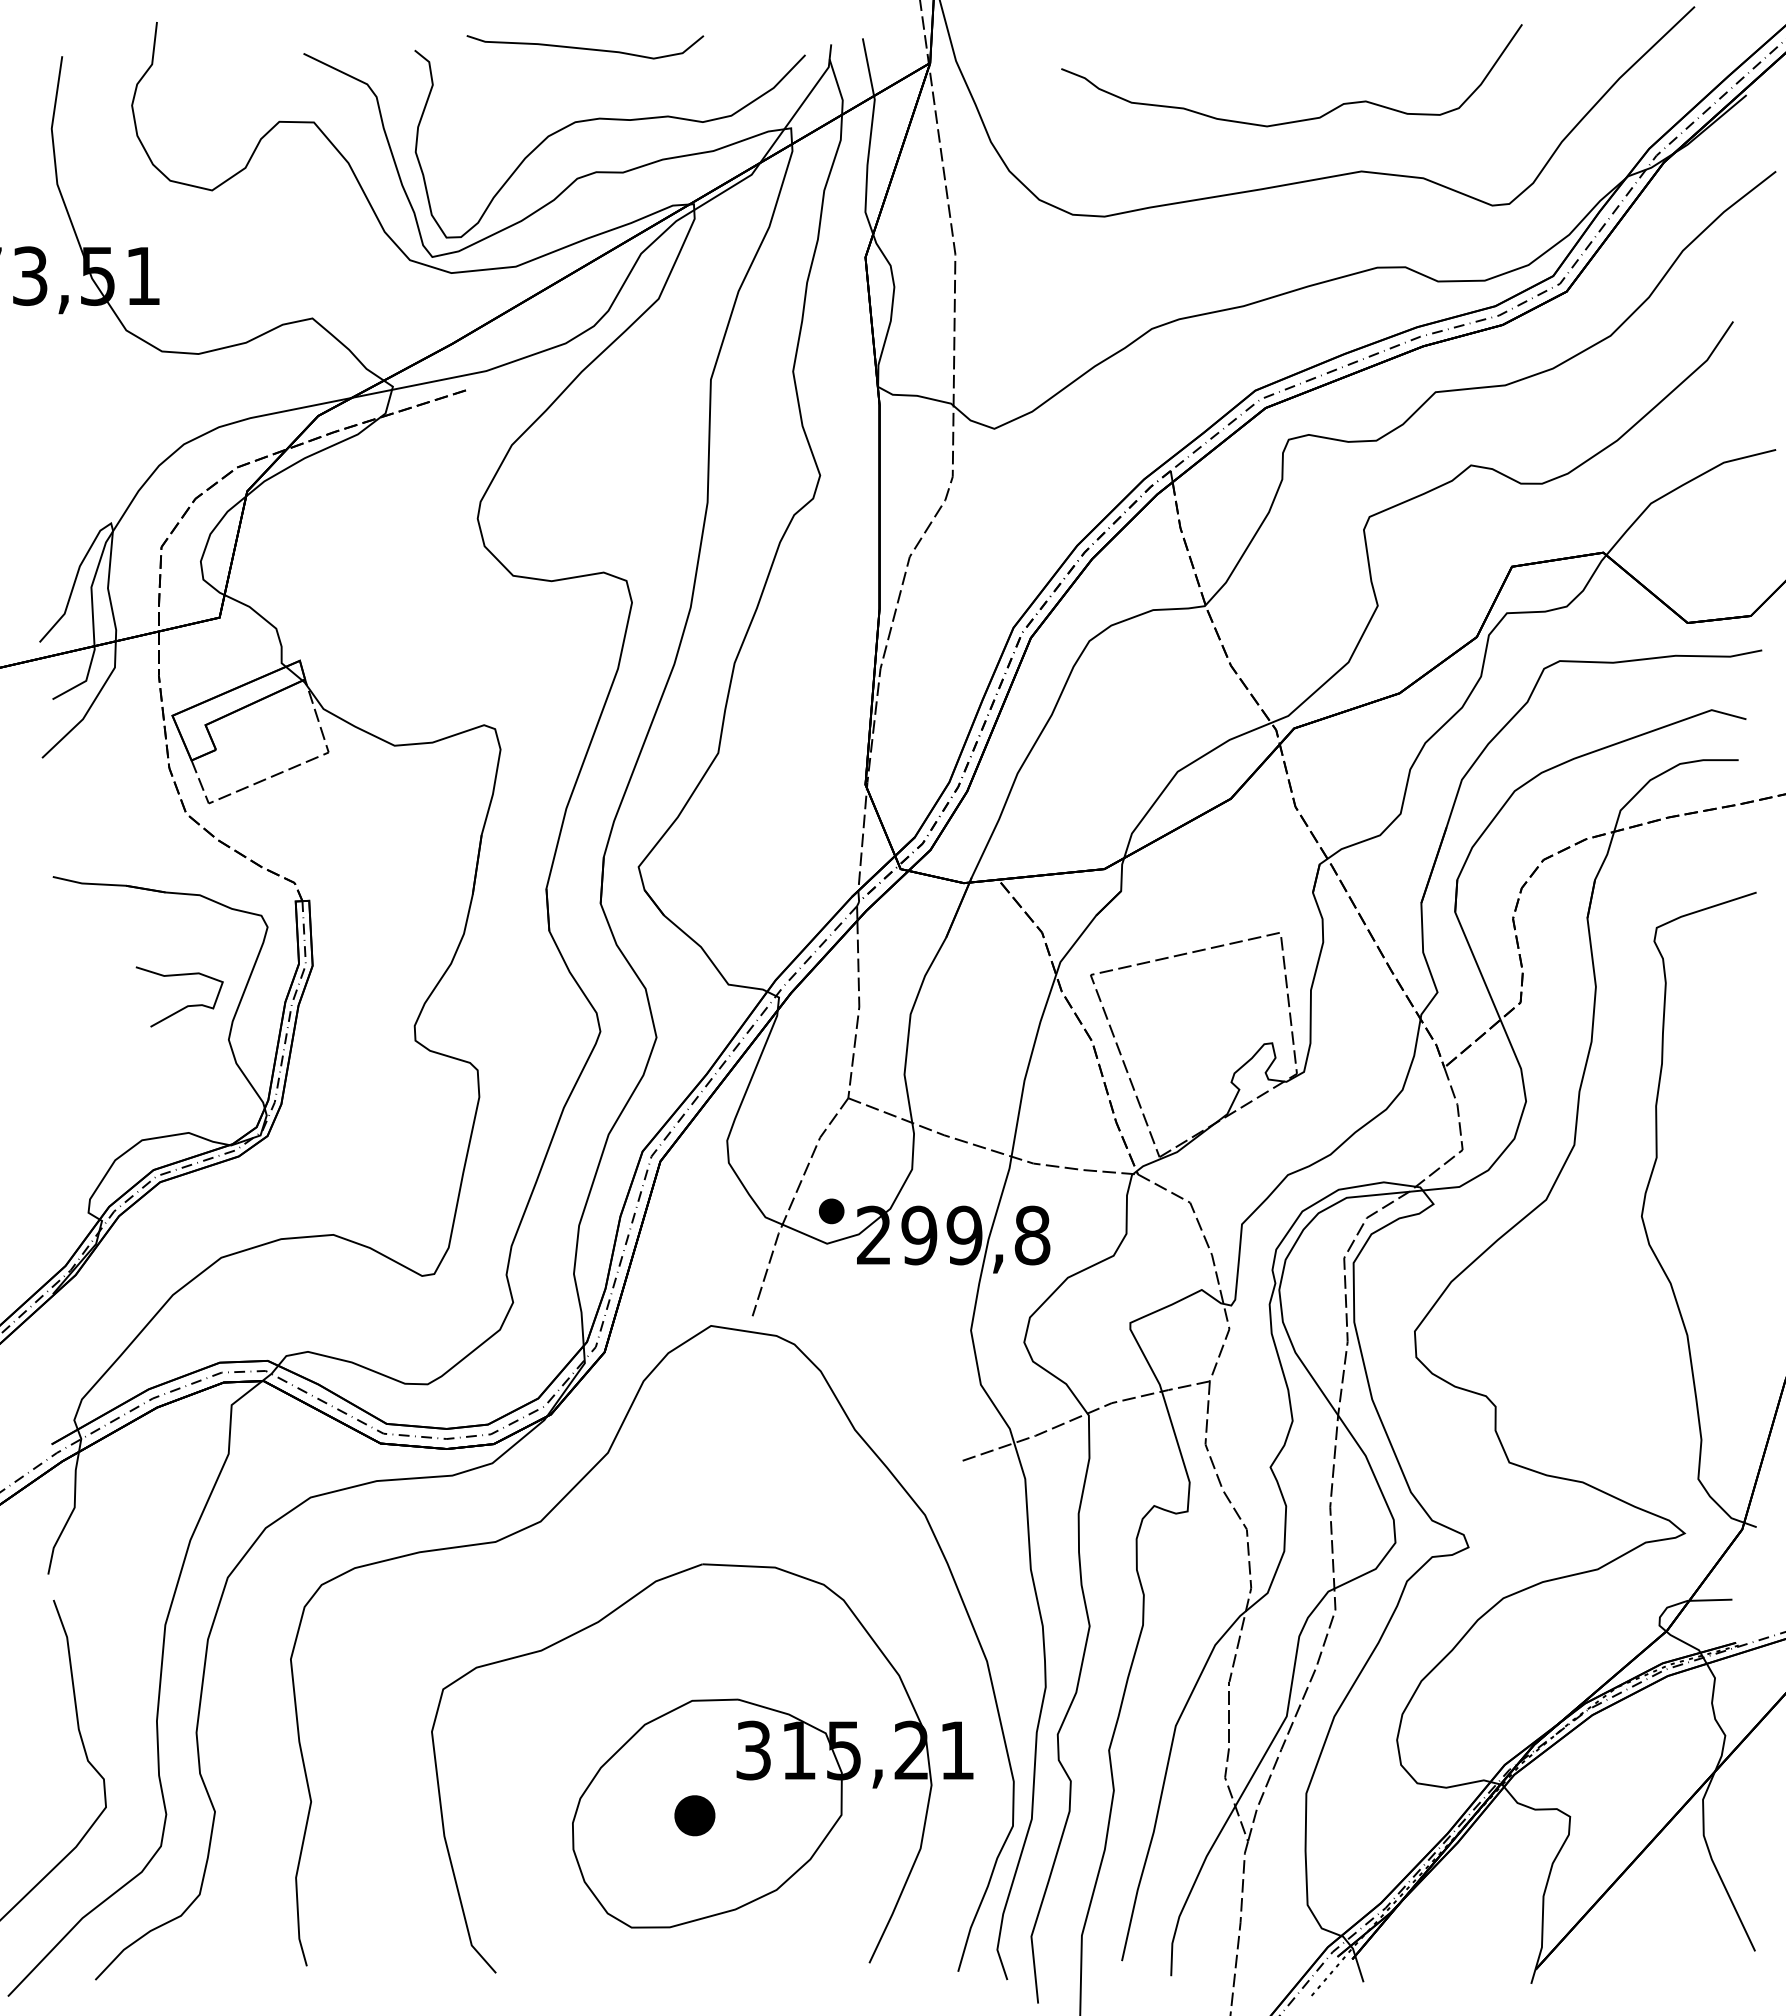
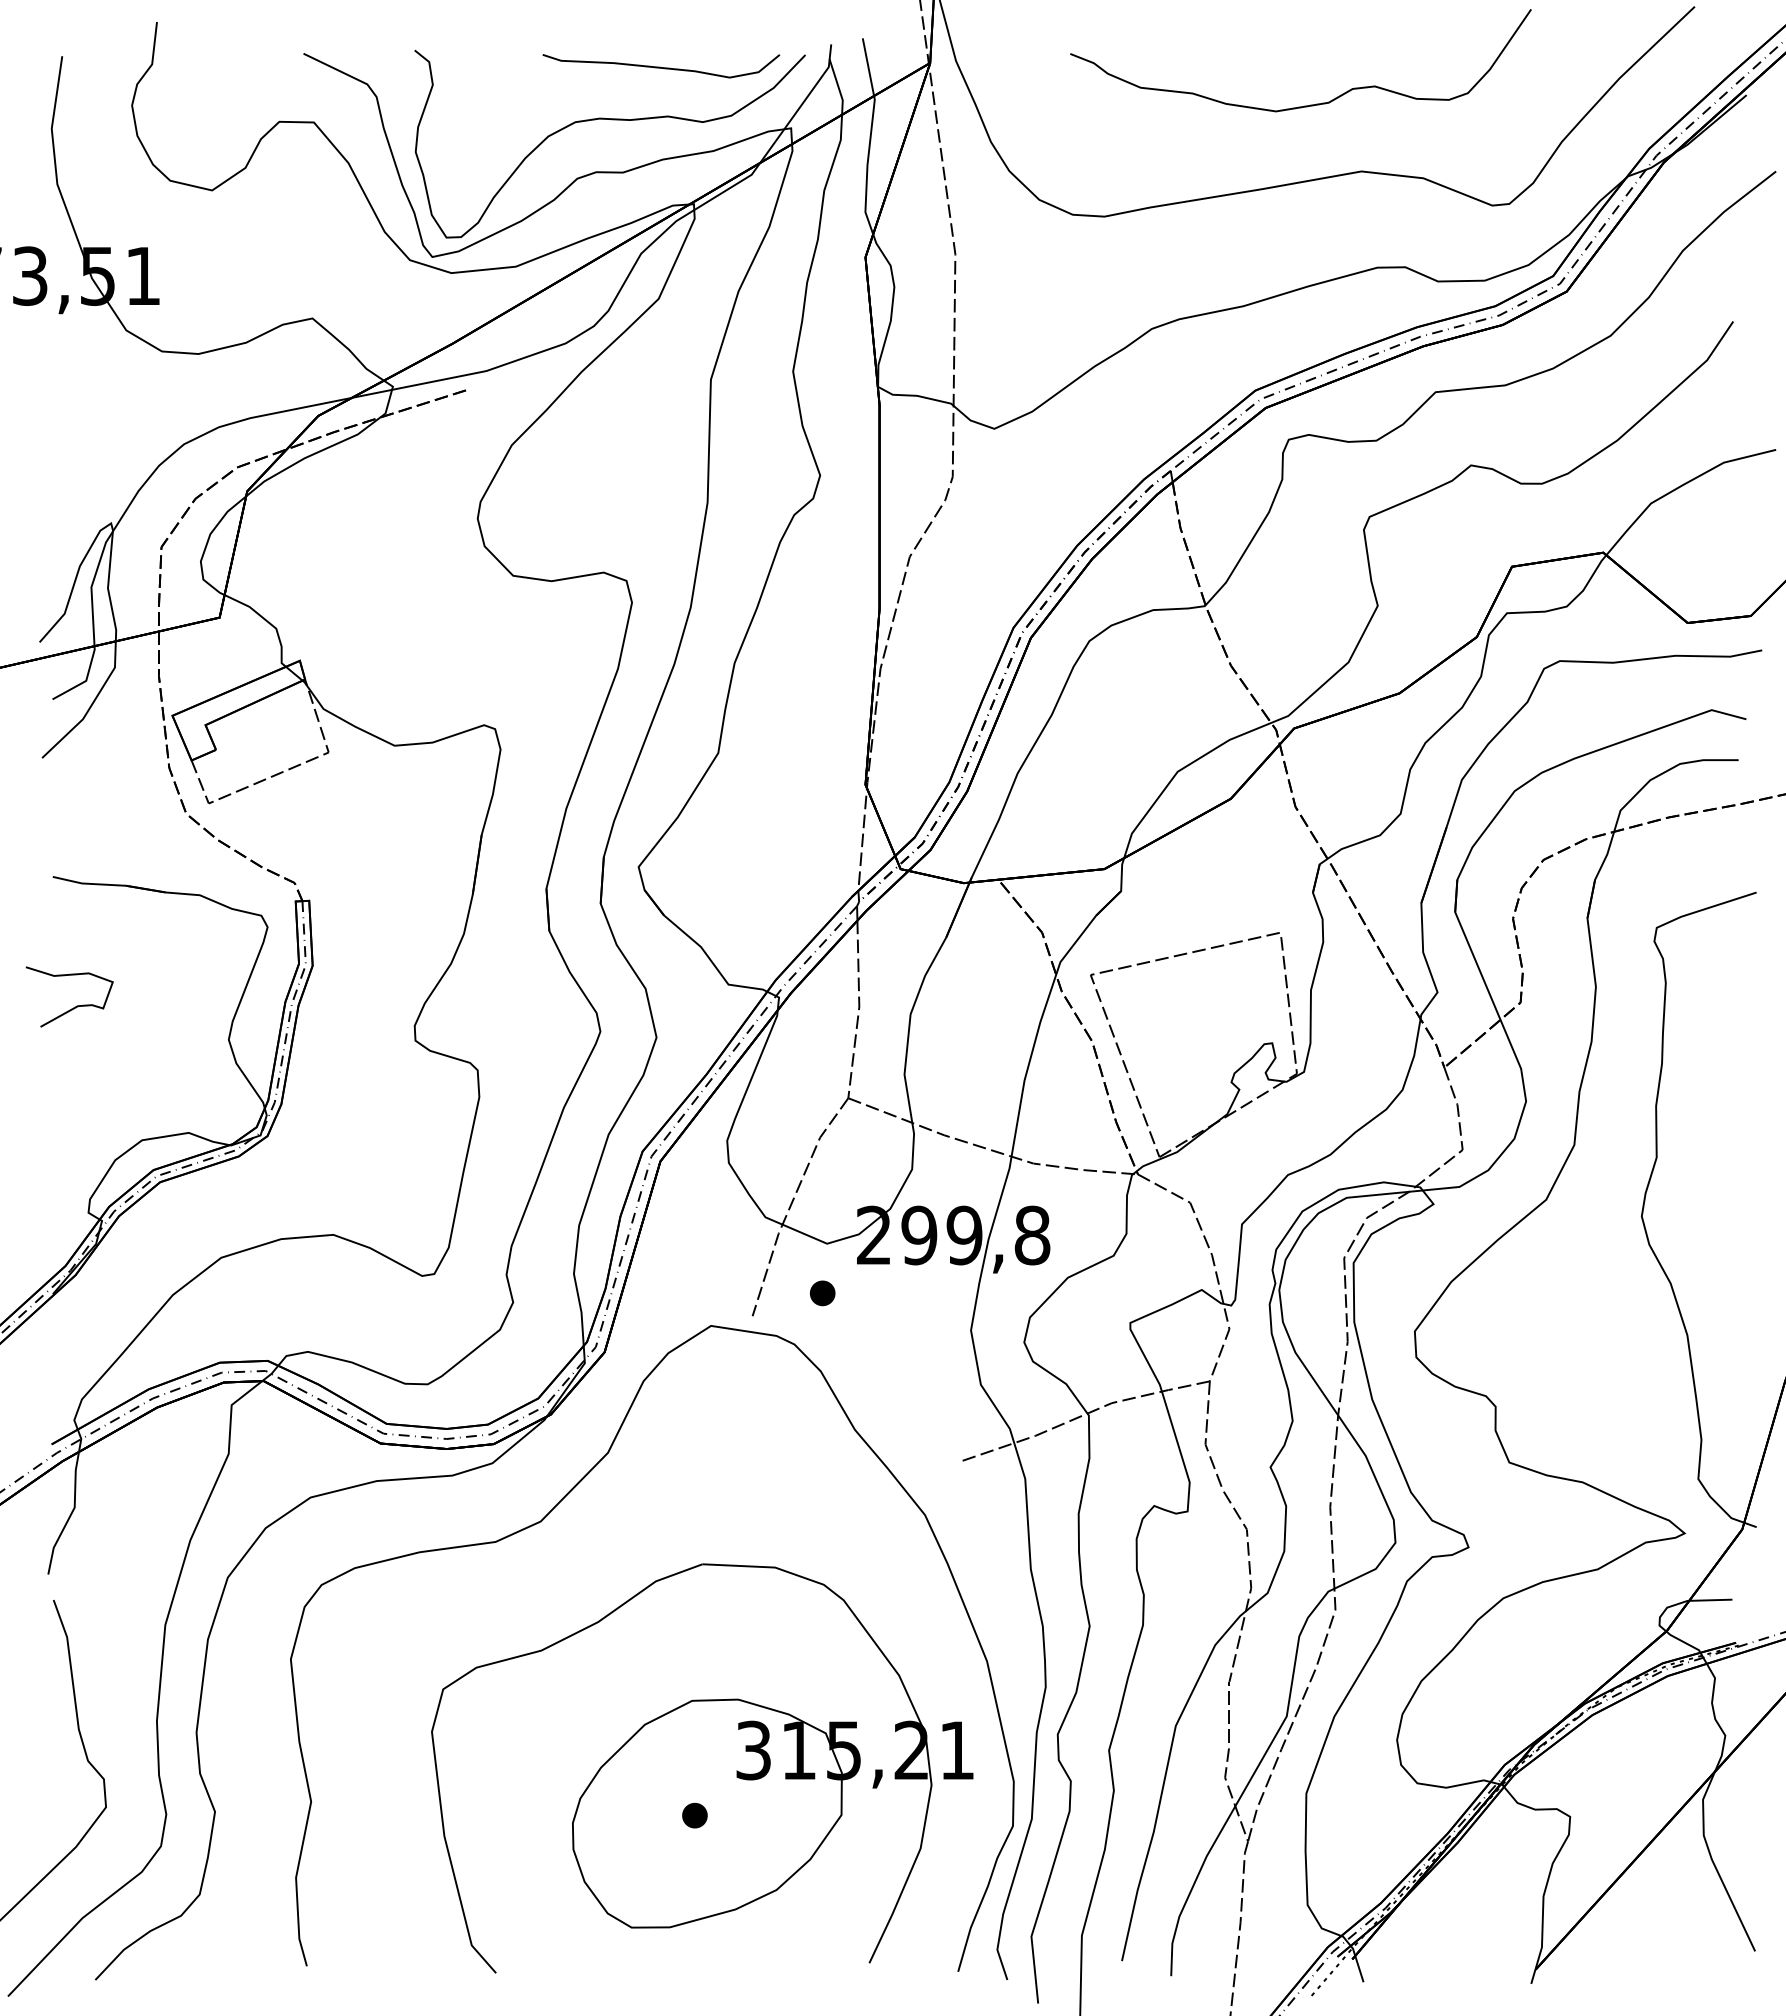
curve at (584, 47) position: (584, 47) -> (660, 66)
curve at (1301, 119) position: (1301, 119) -> (1310, 104)
curve at (186, 1005) position: (186, 1005) -> (76, 1005)
part at (831, 1211) position: (831, 1211) -> (822, 1293)
part at (694, 1815) size: 42x42 px -> 26x27 px
